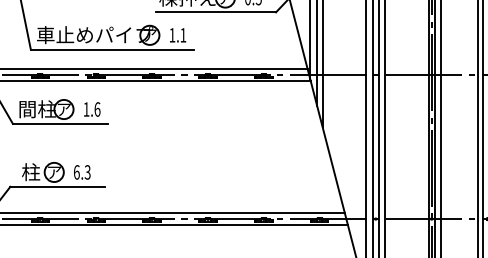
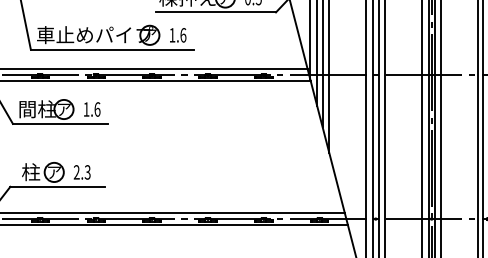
text at (183, 35): 1.1 -> 1.6
line at (329, 77): none -> present
line at (422, 128): none -> present
text at (76, 172): 6.3 -> 2.3
